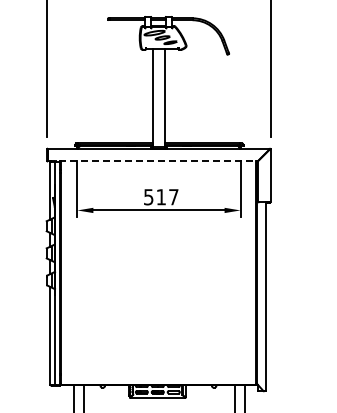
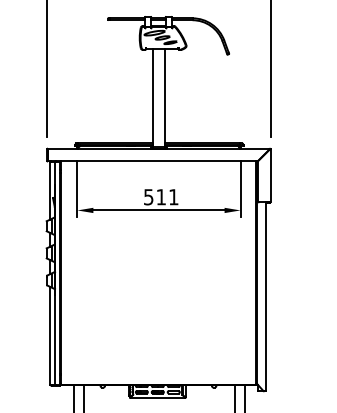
line at (152, 161): dashed -> solid
text at (173, 197): 517 -> 511
